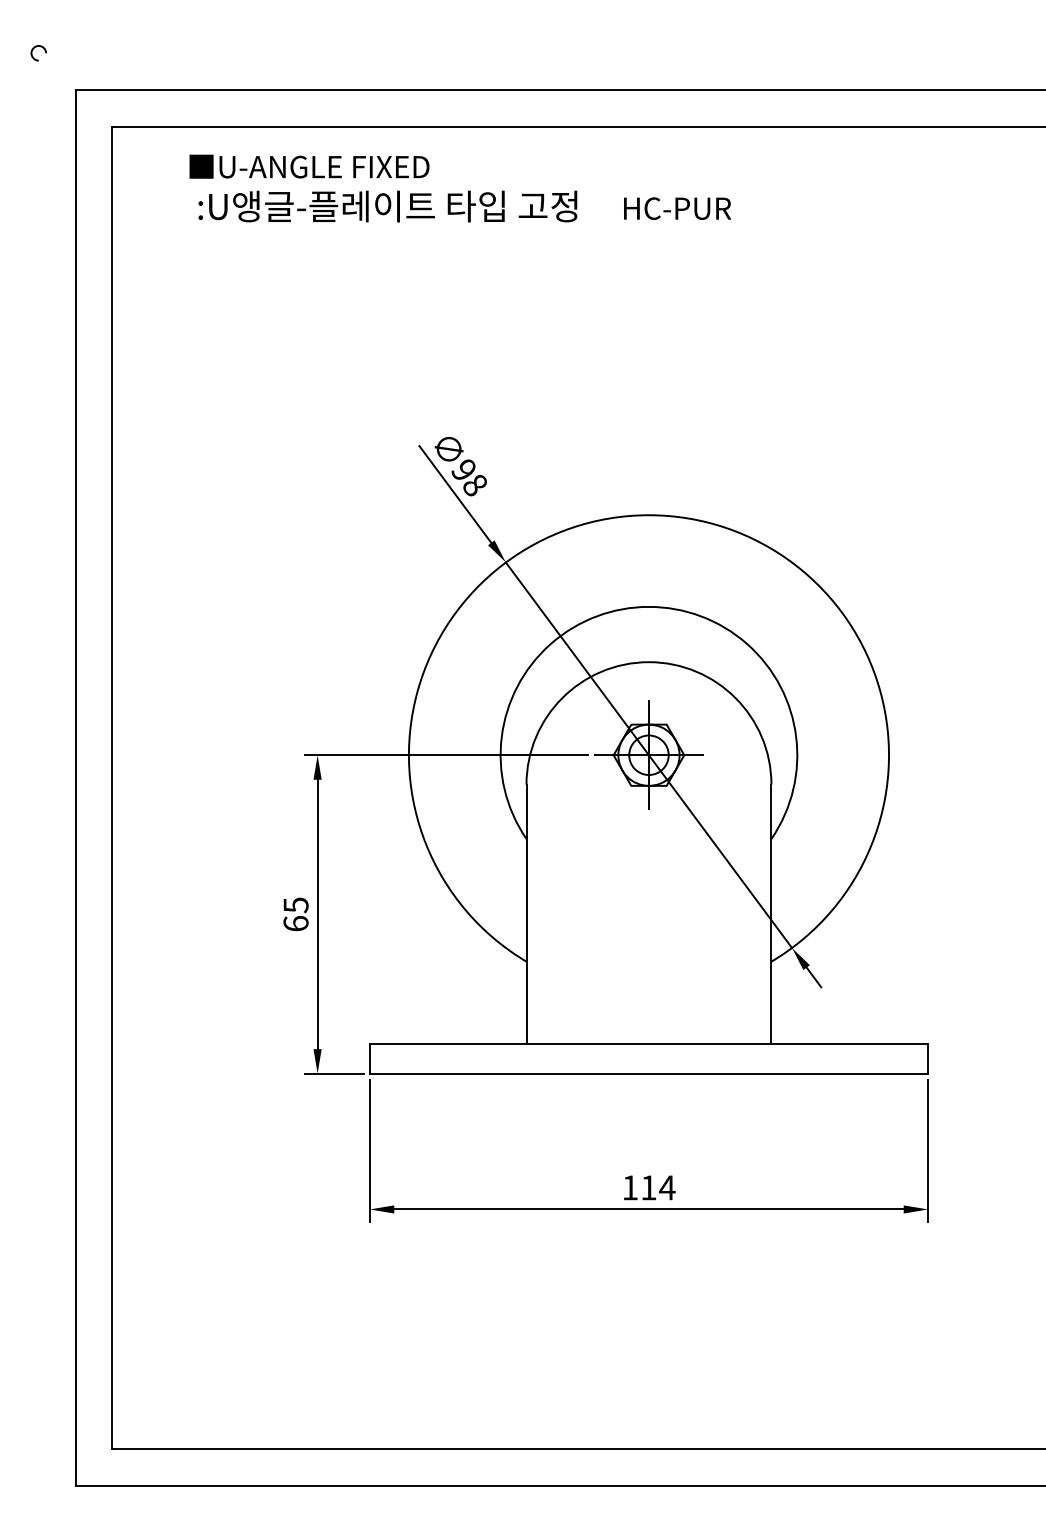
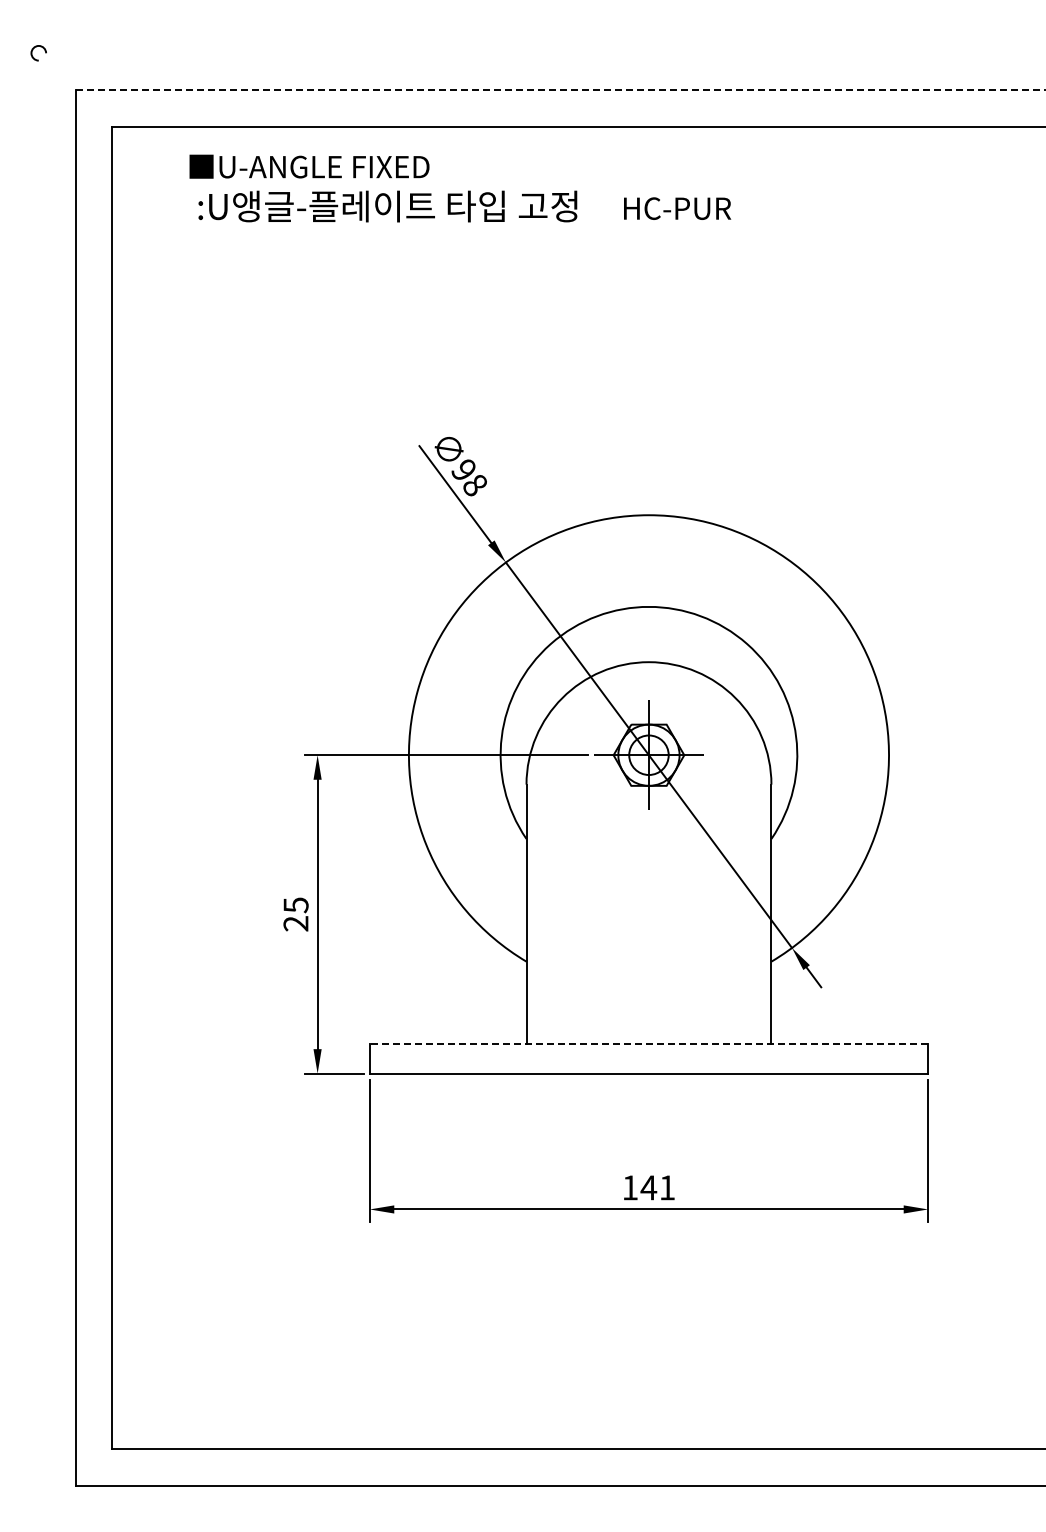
line at (560, 90): solid -> dashed
text at (295, 923): 65 -> 25
line at (648, 1044): solid -> dashed
text at (657, 1187): 114 -> 141
